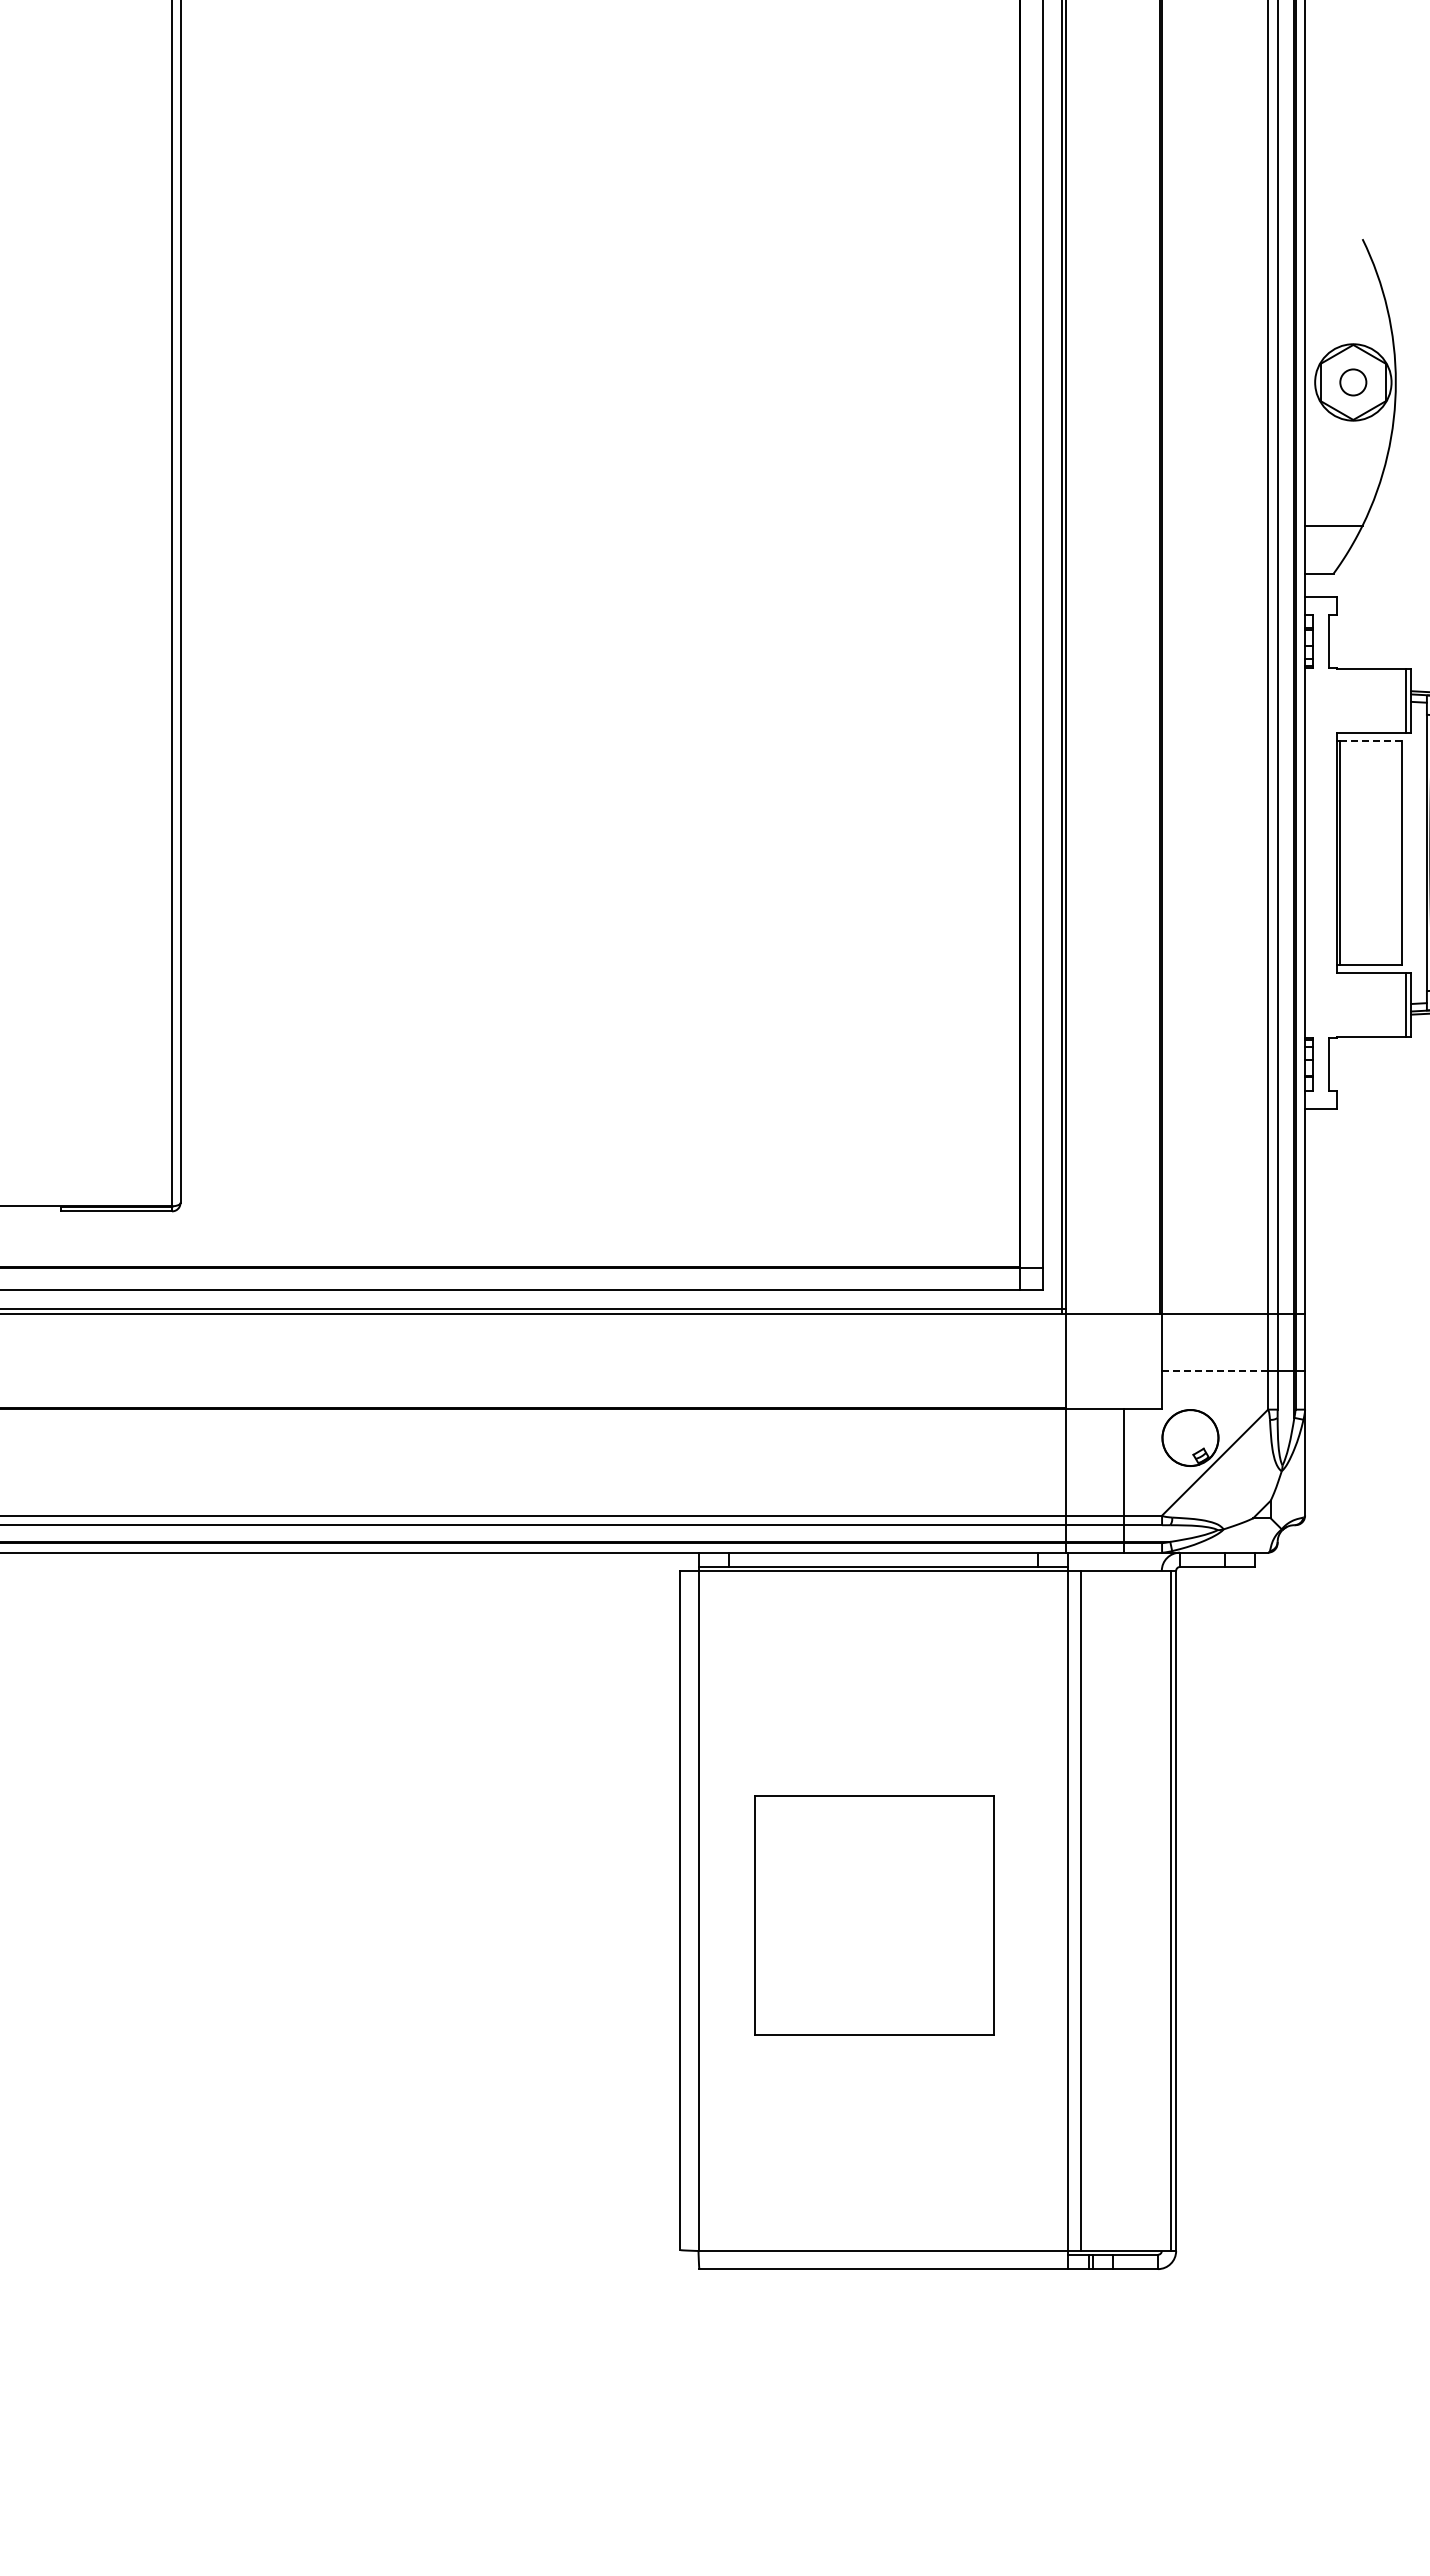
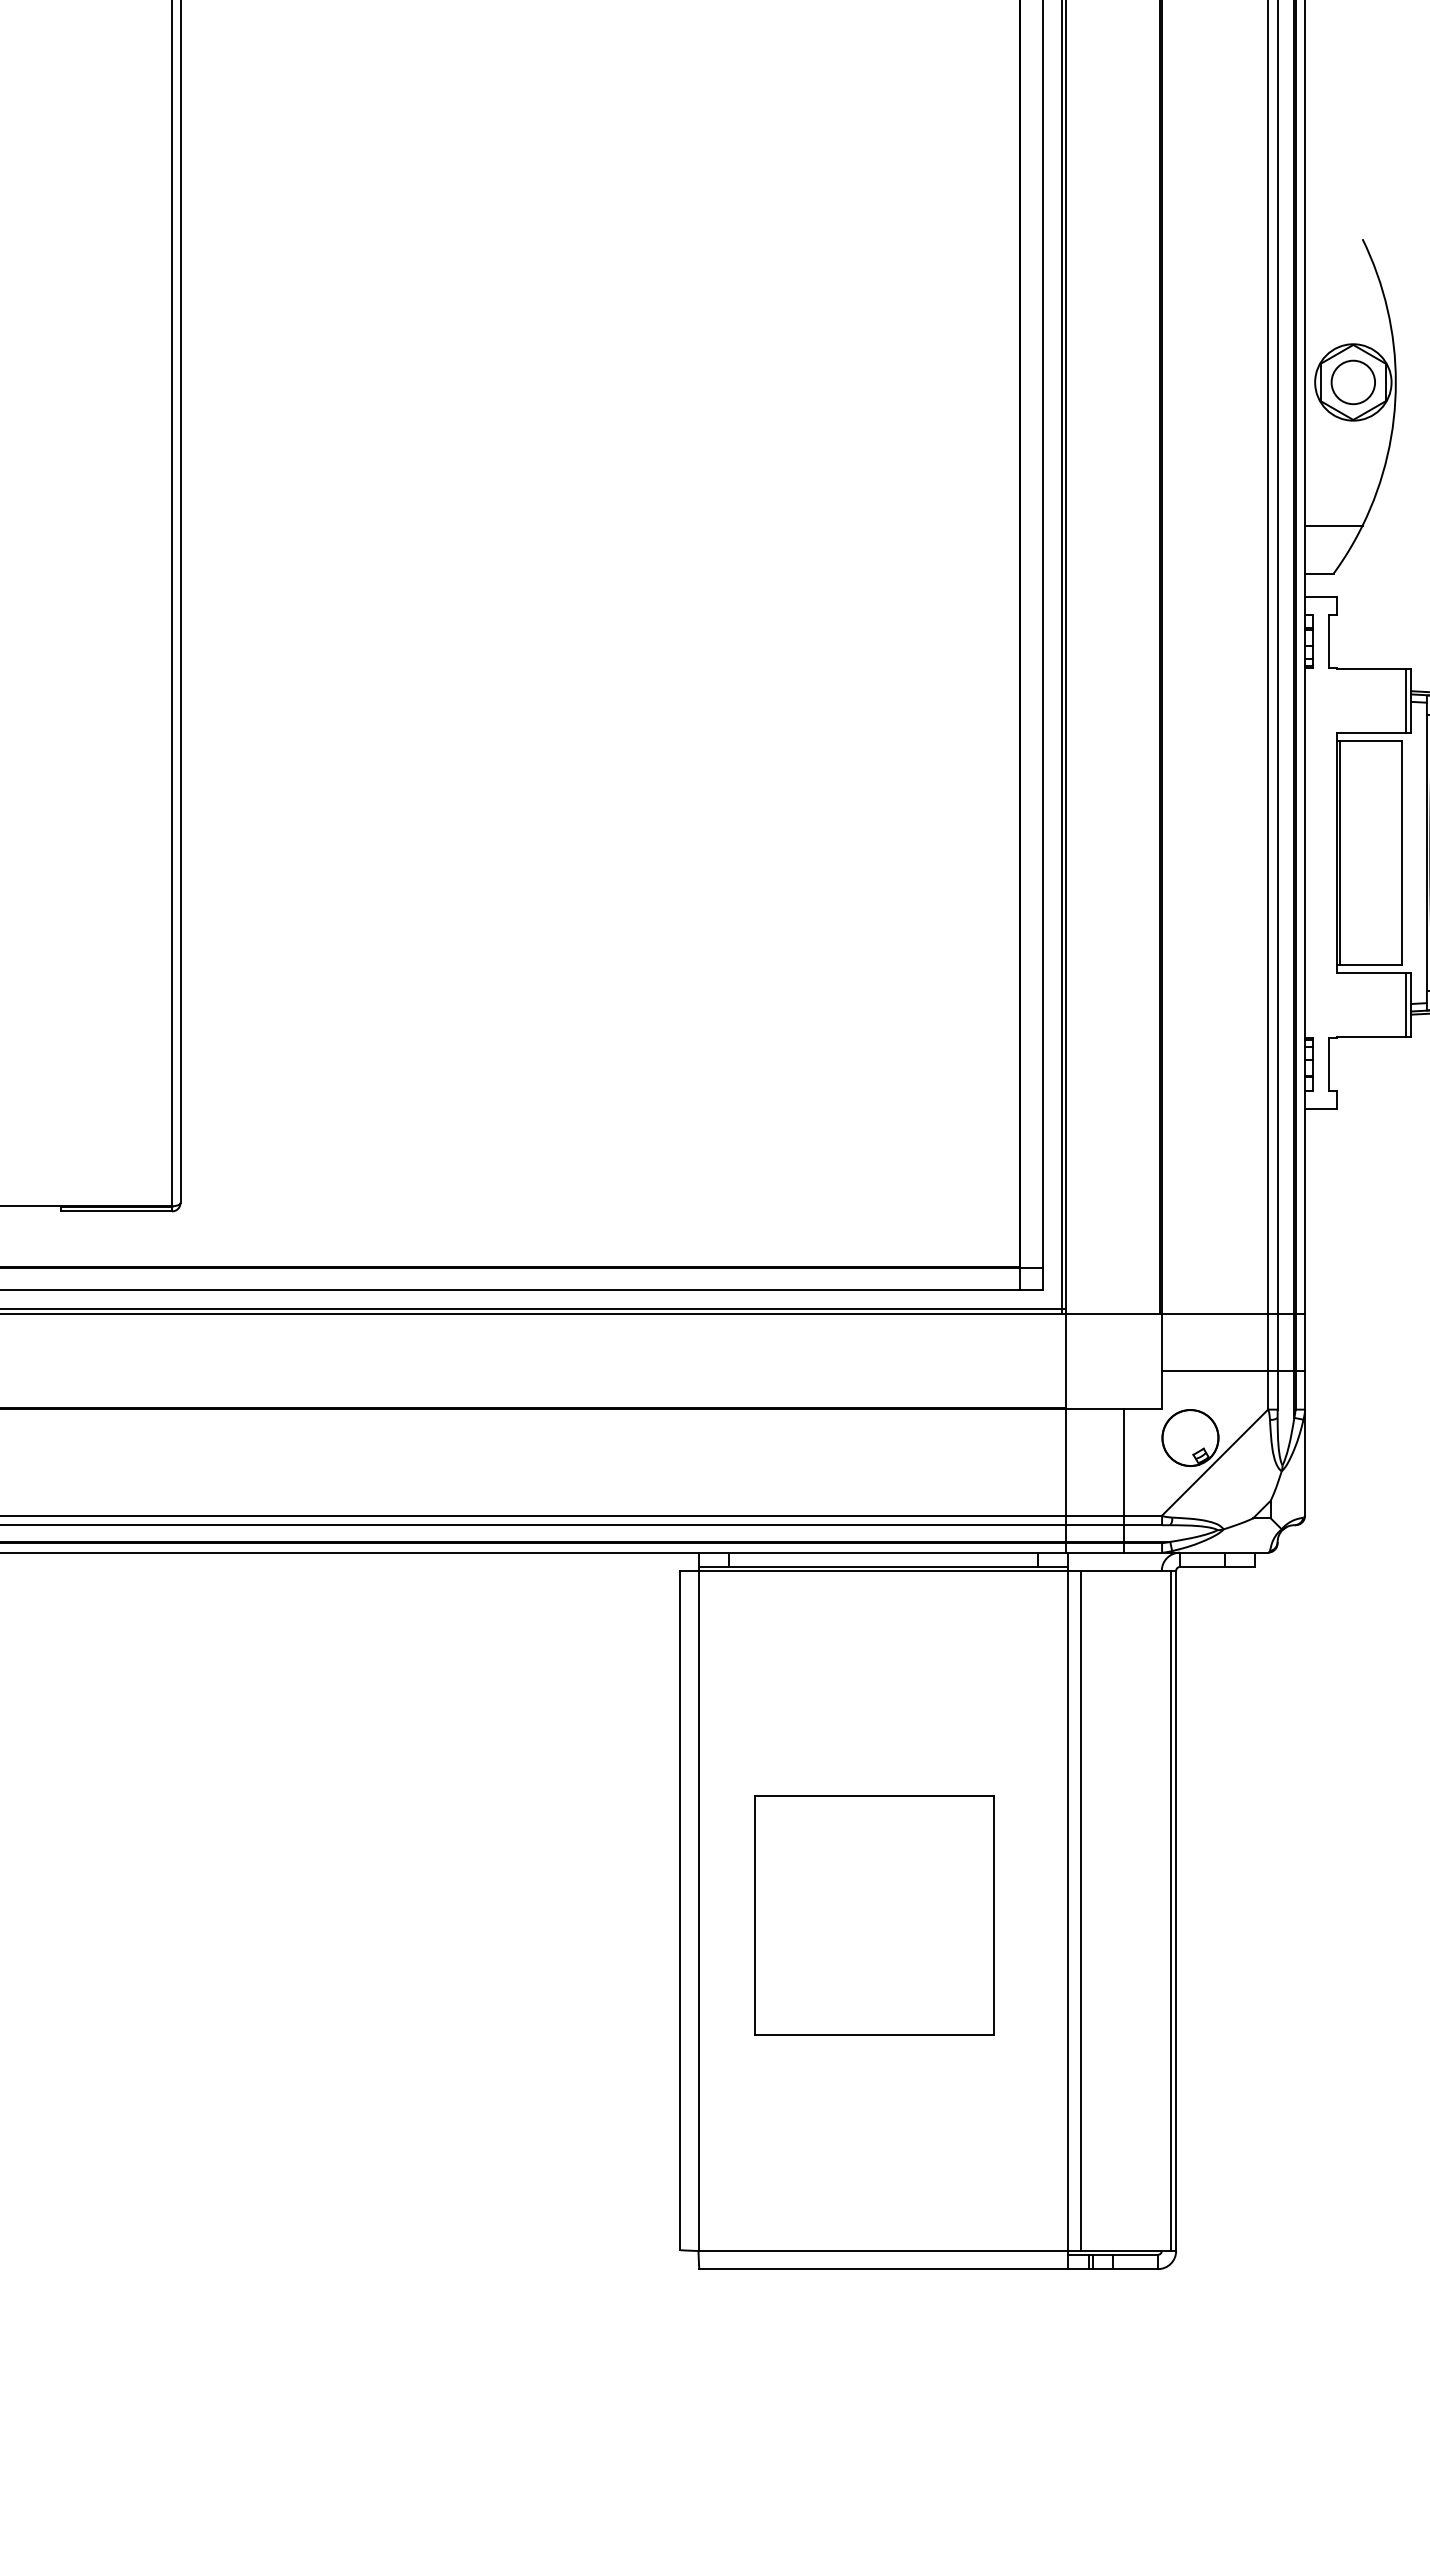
circle at (1353, 382) diameter: 26 px -> 43 px
line at (1371, 740): dashed -> solid
line at (1215, 1371): dashed -> solid
